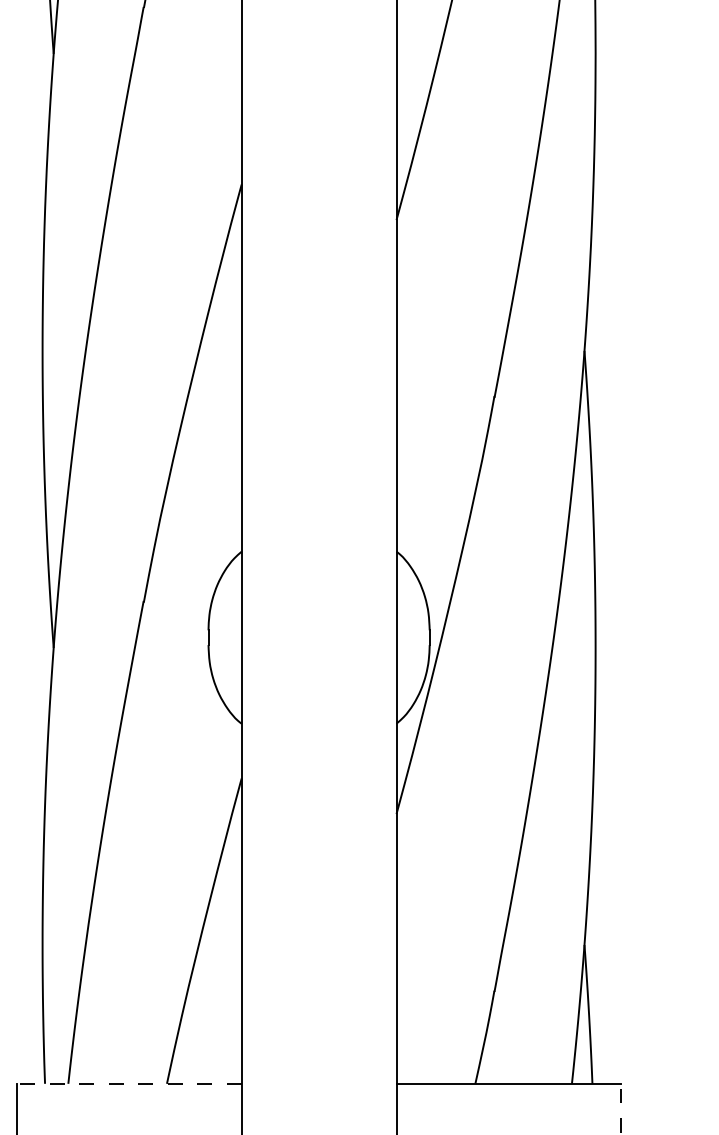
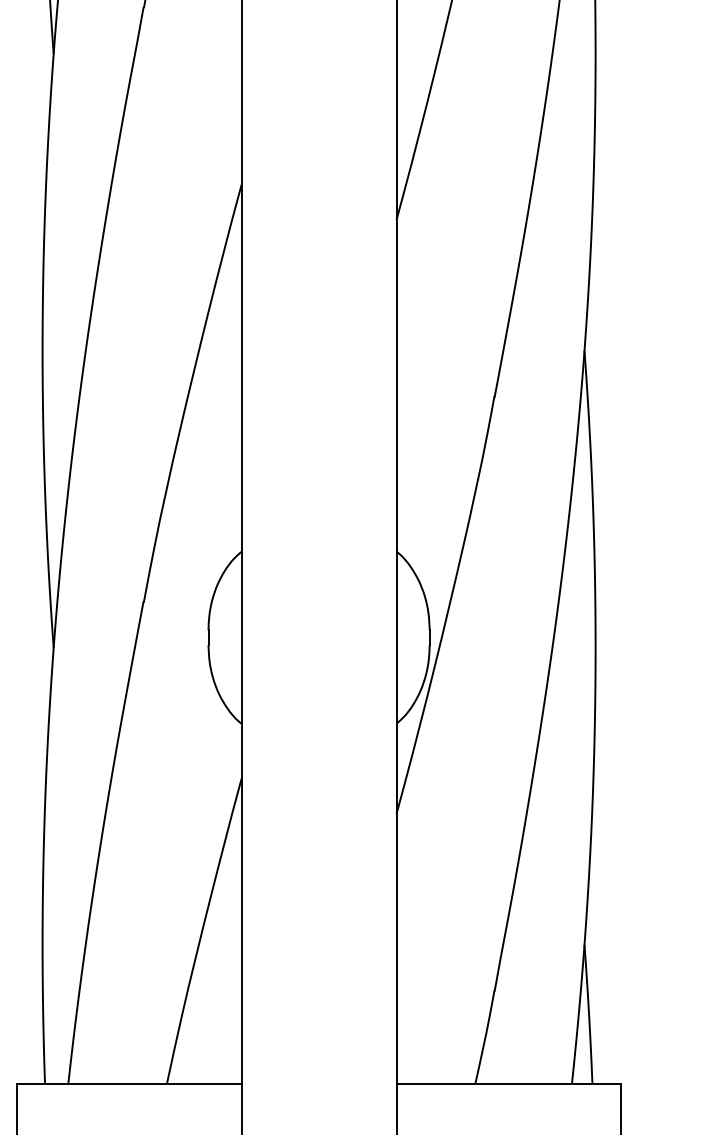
line at (128, 1083): dashed -> solid
line at (621, 1108): dashed -> solid
